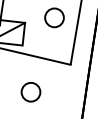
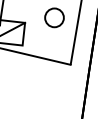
part at (30, 92): present -> none
